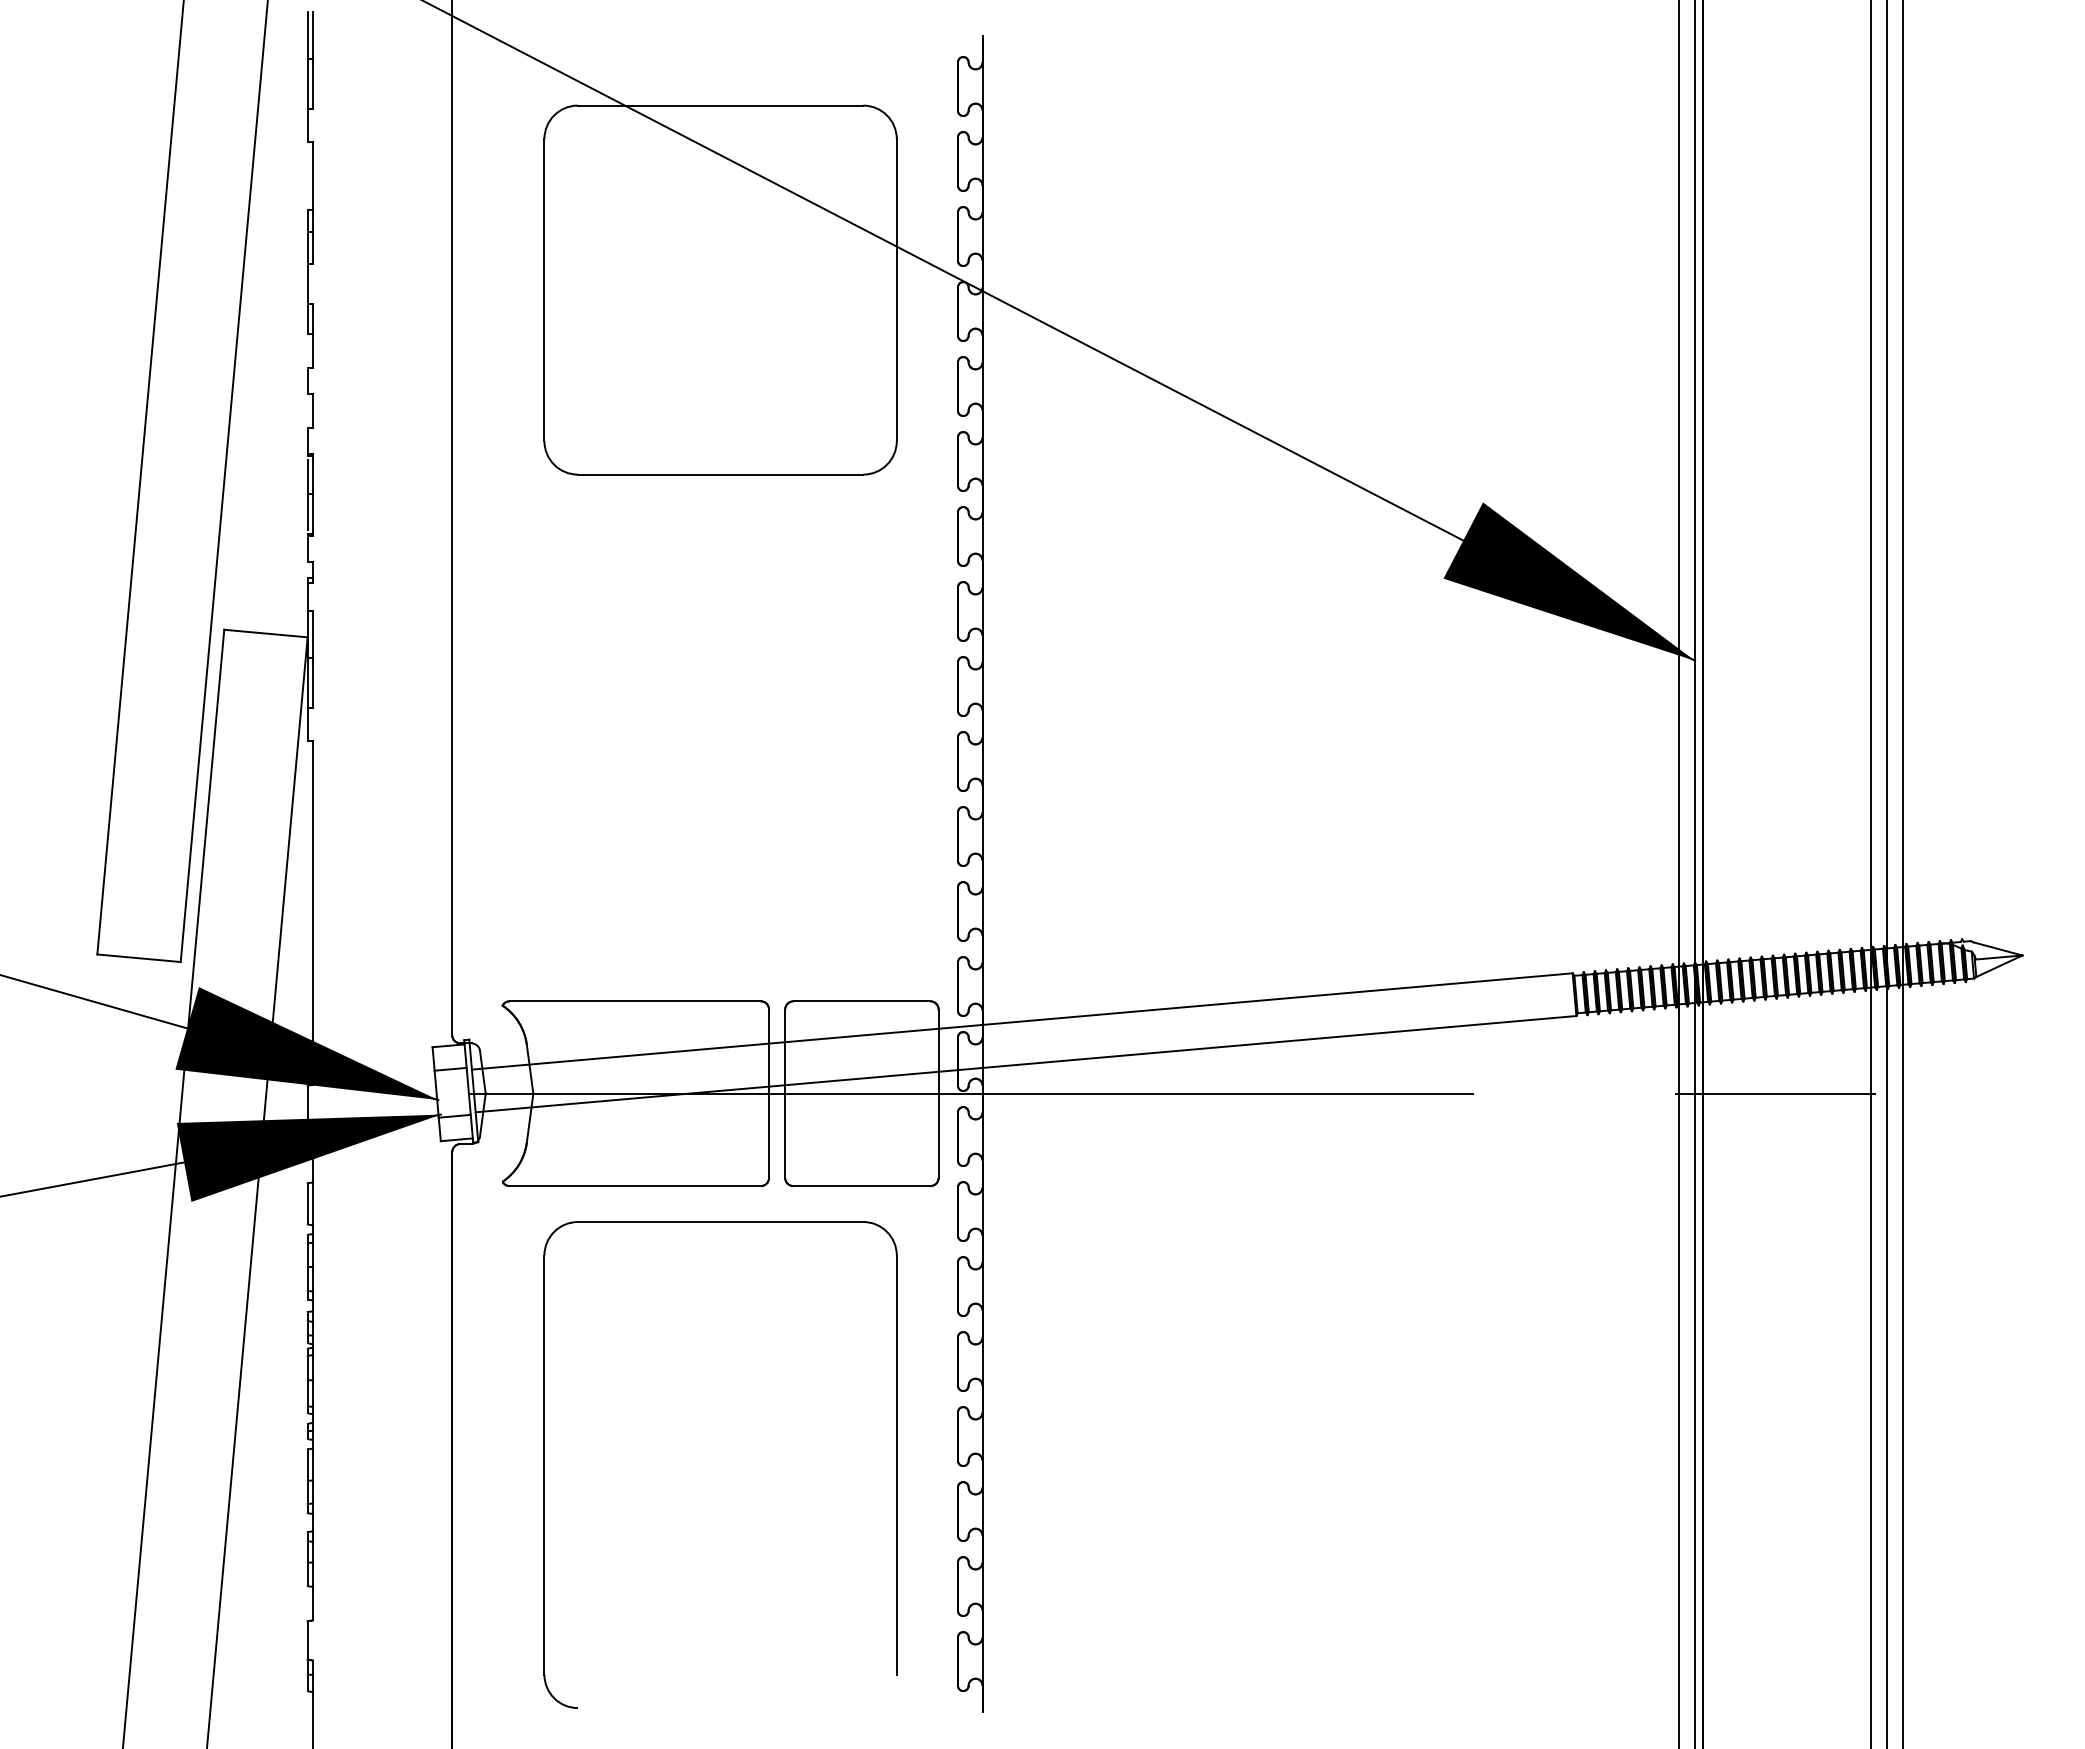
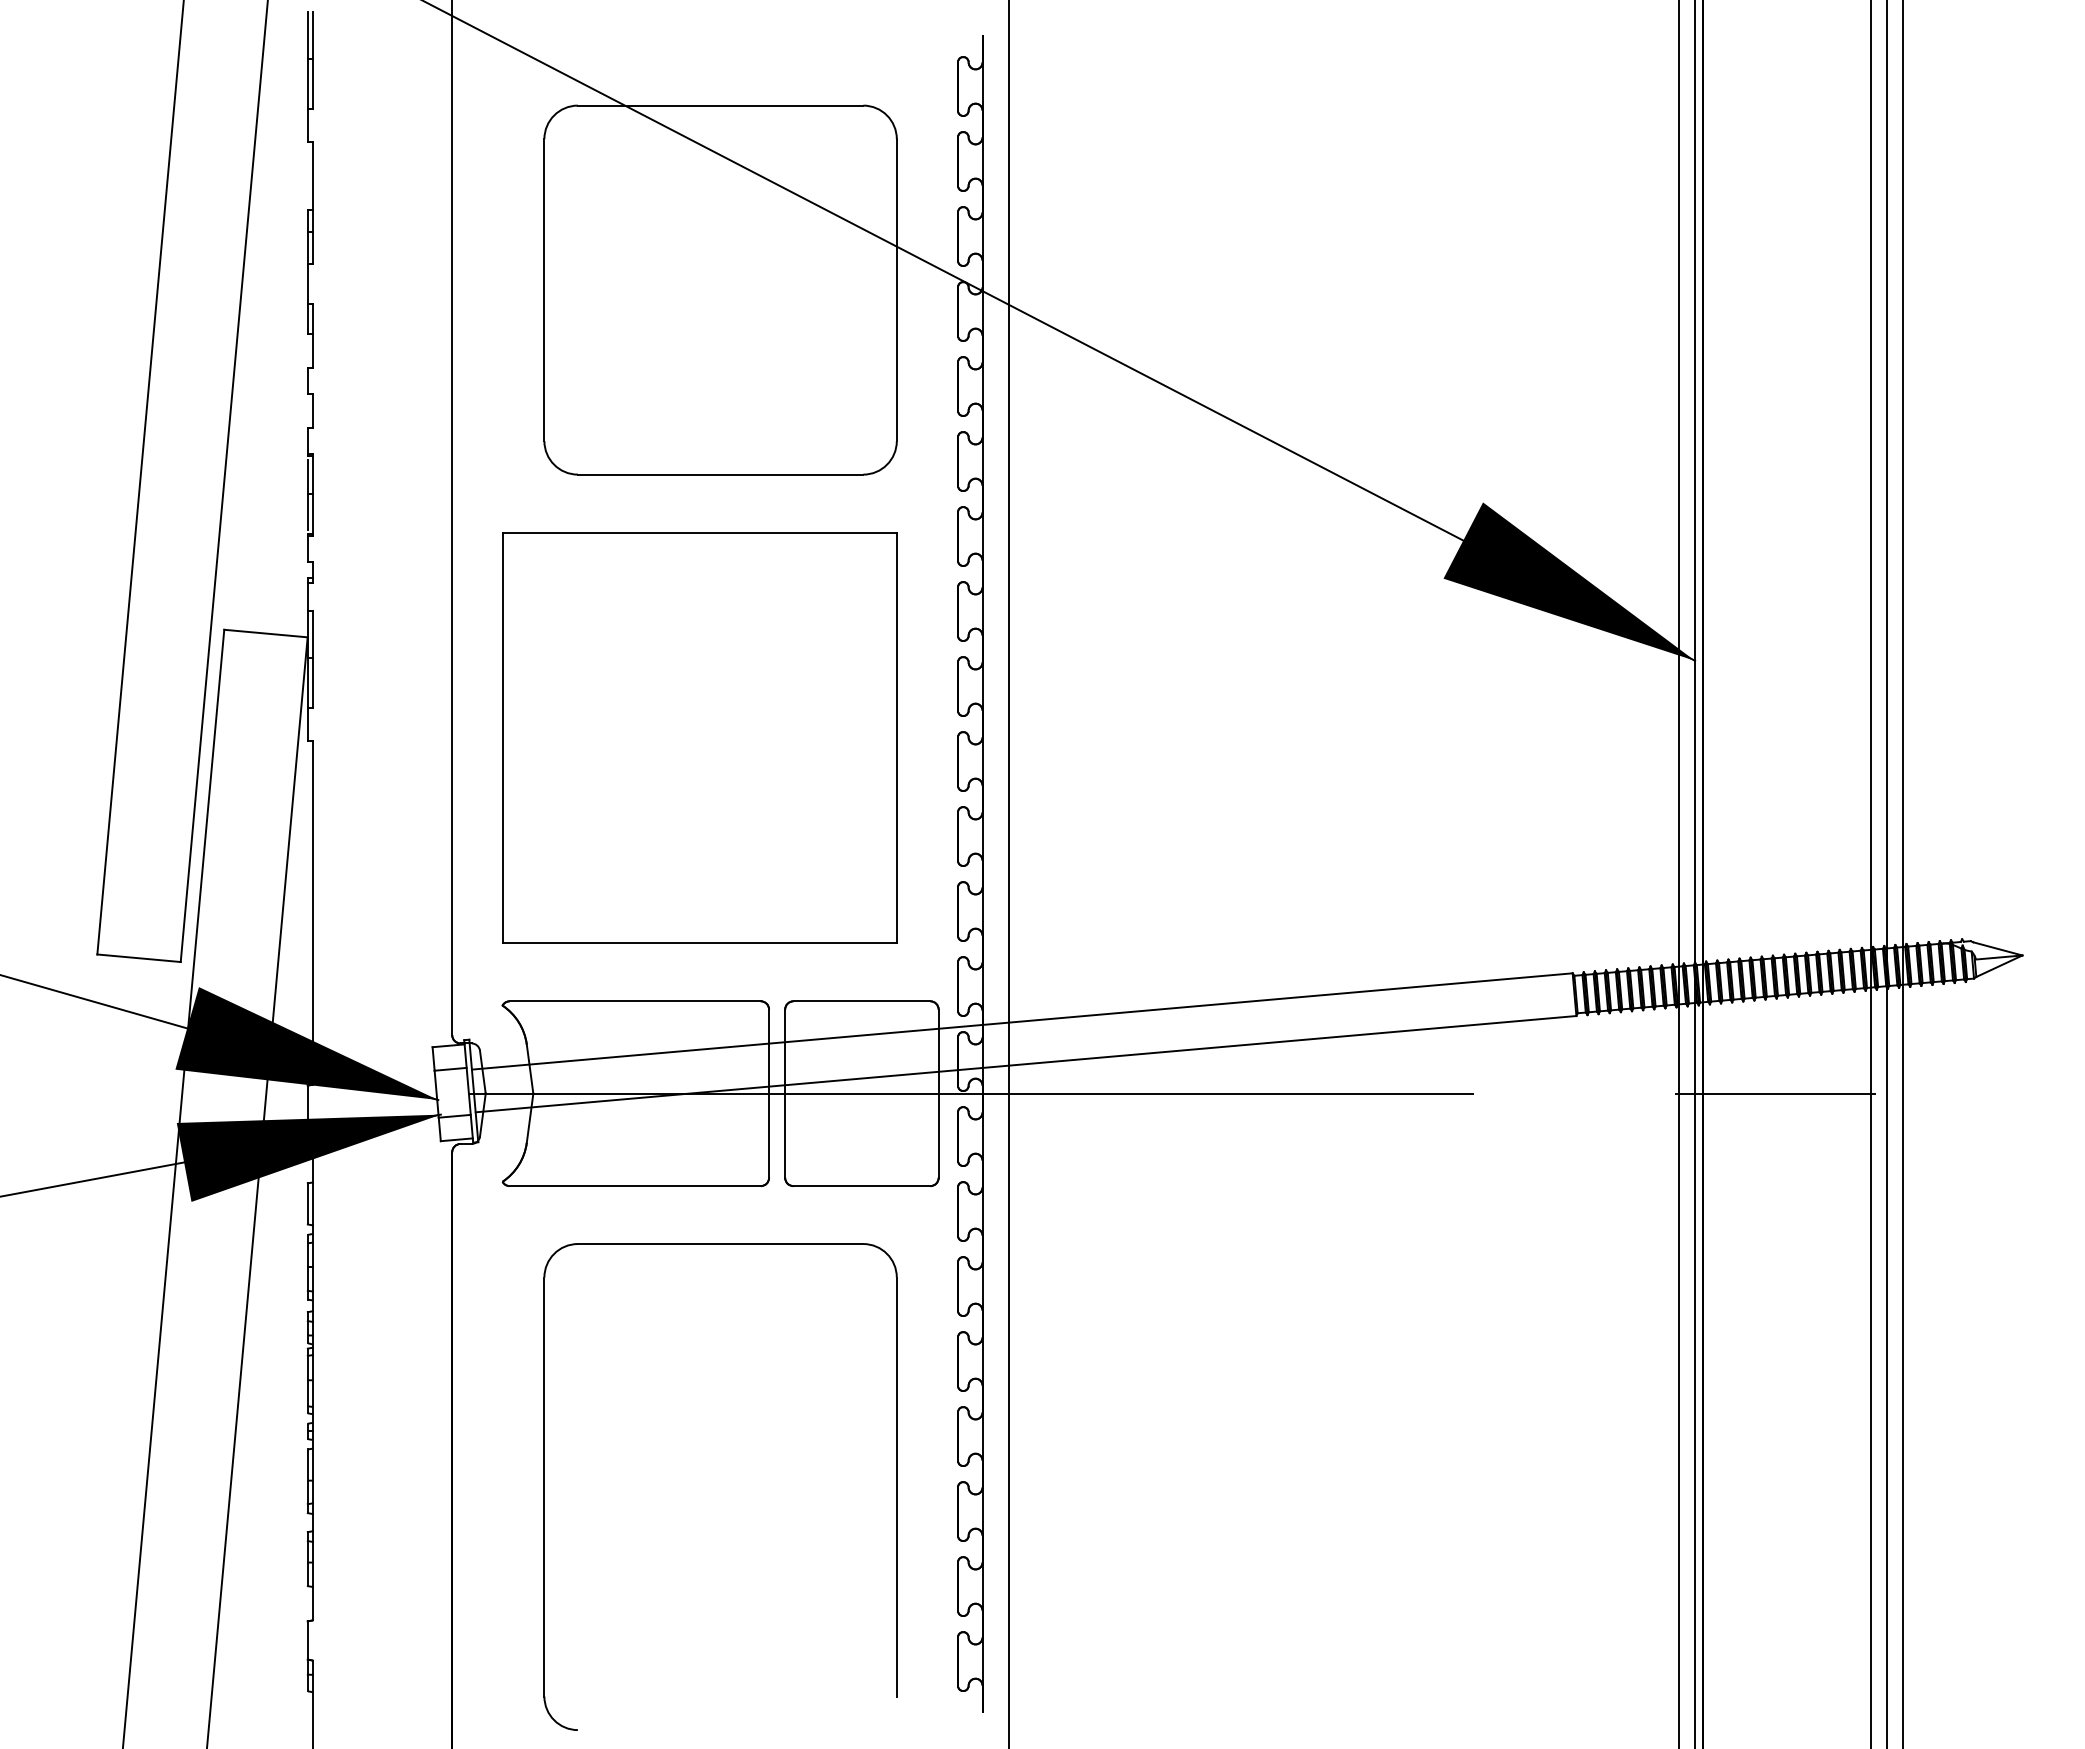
part at (699, 737): none -> present
line at (1009, 873): none -> present
part at (544, 1464) position: (544, 1464) -> (544, 1486)
